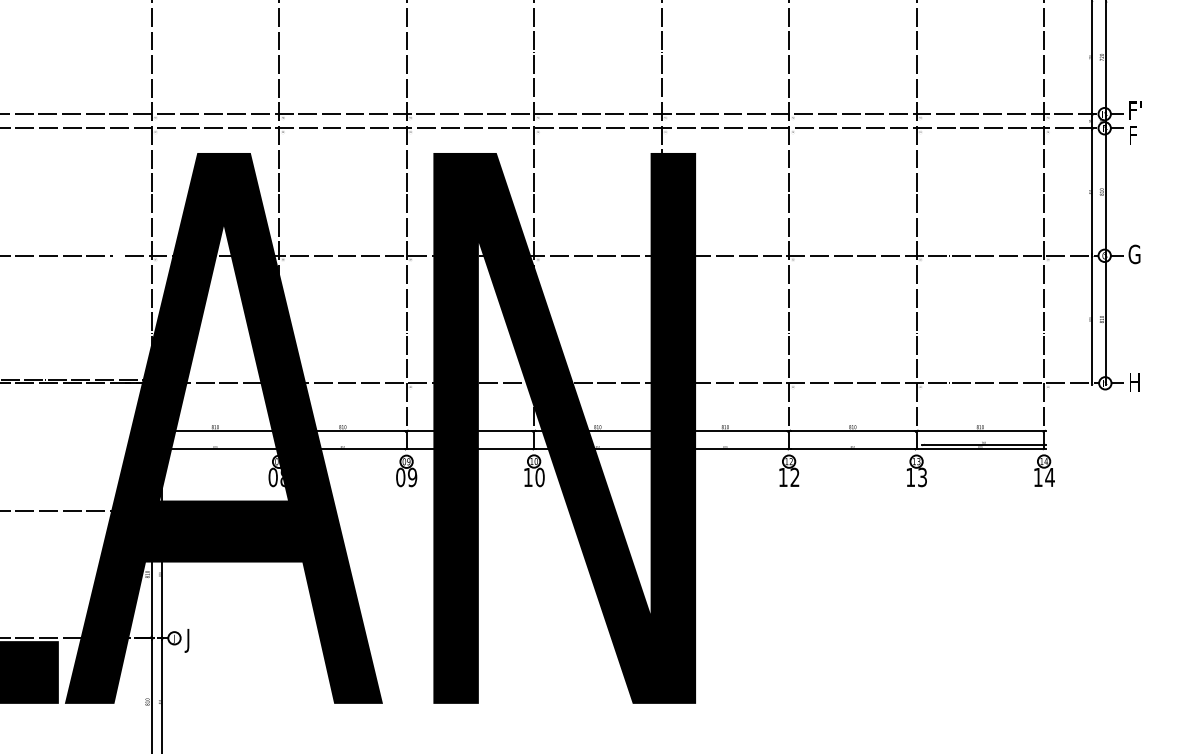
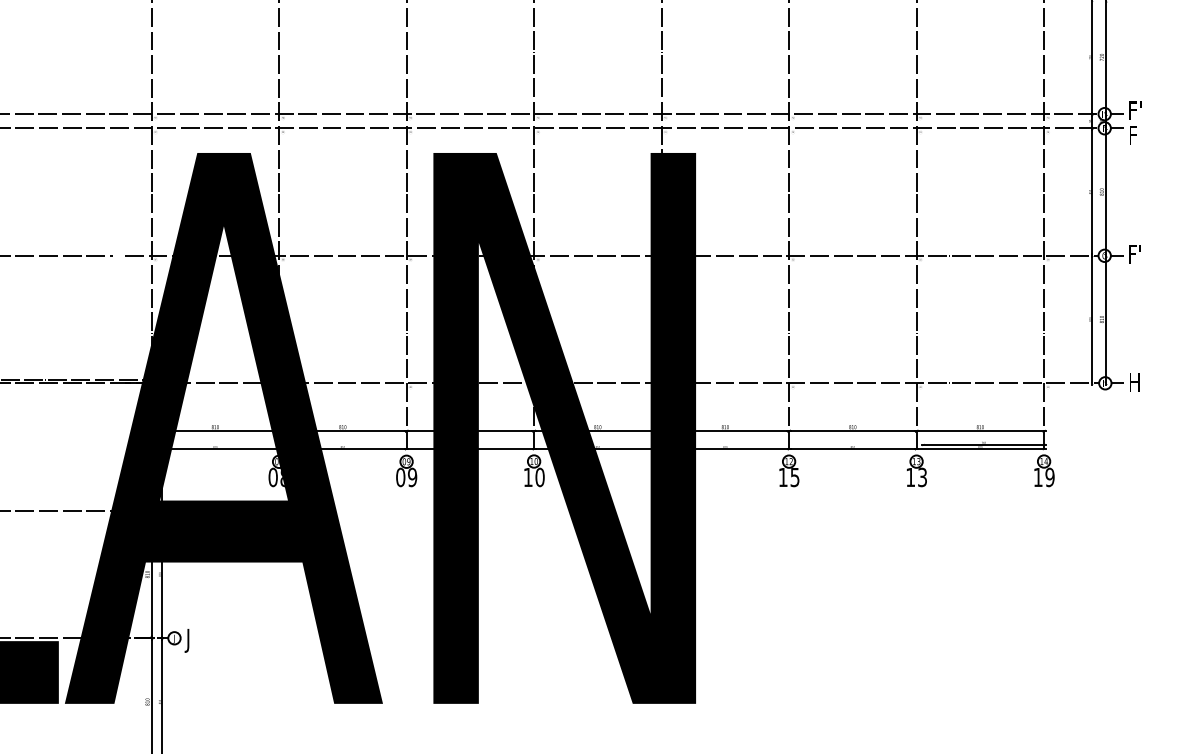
text at (1134, 254): G -> F'
text at (794, 477): 12 -> 15
text at (1049, 477): 14 -> 19
